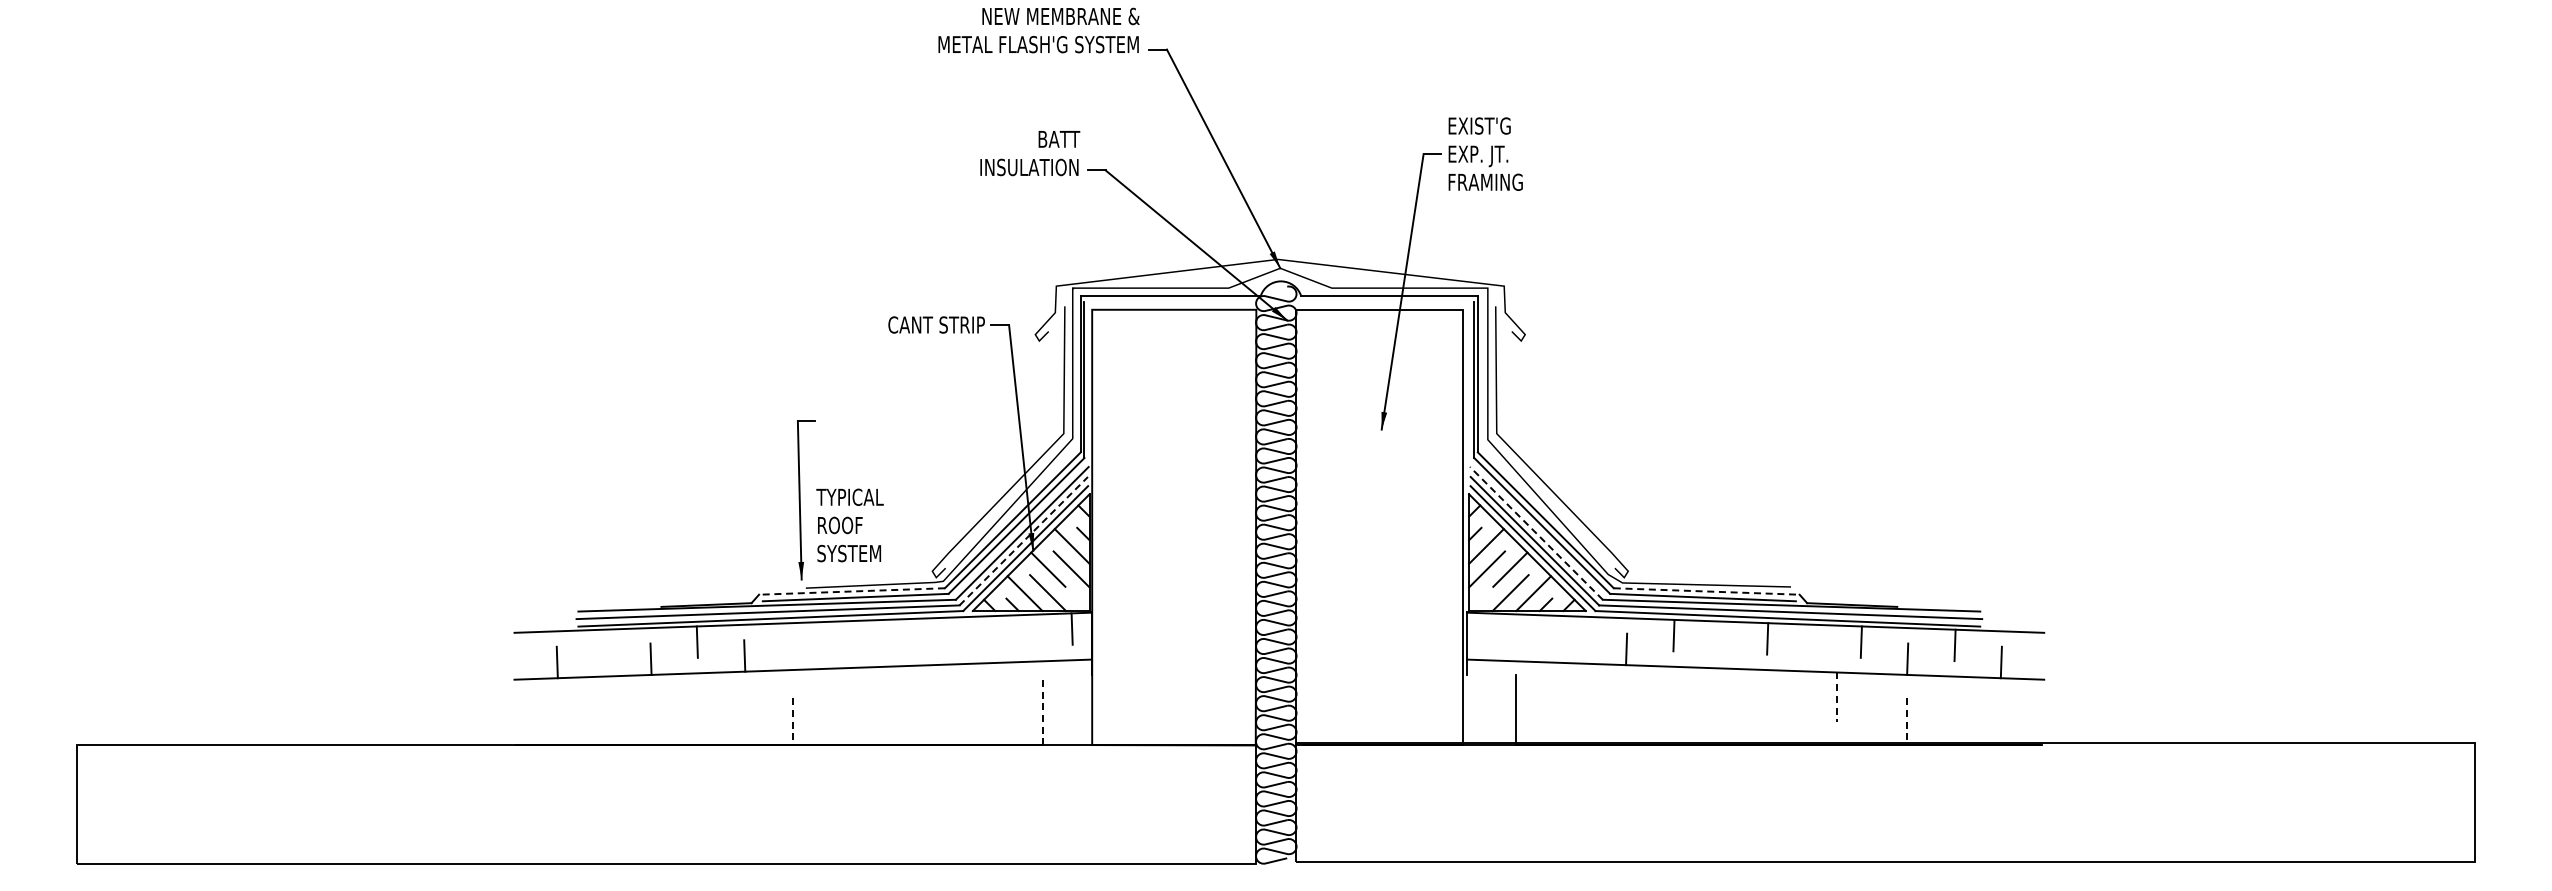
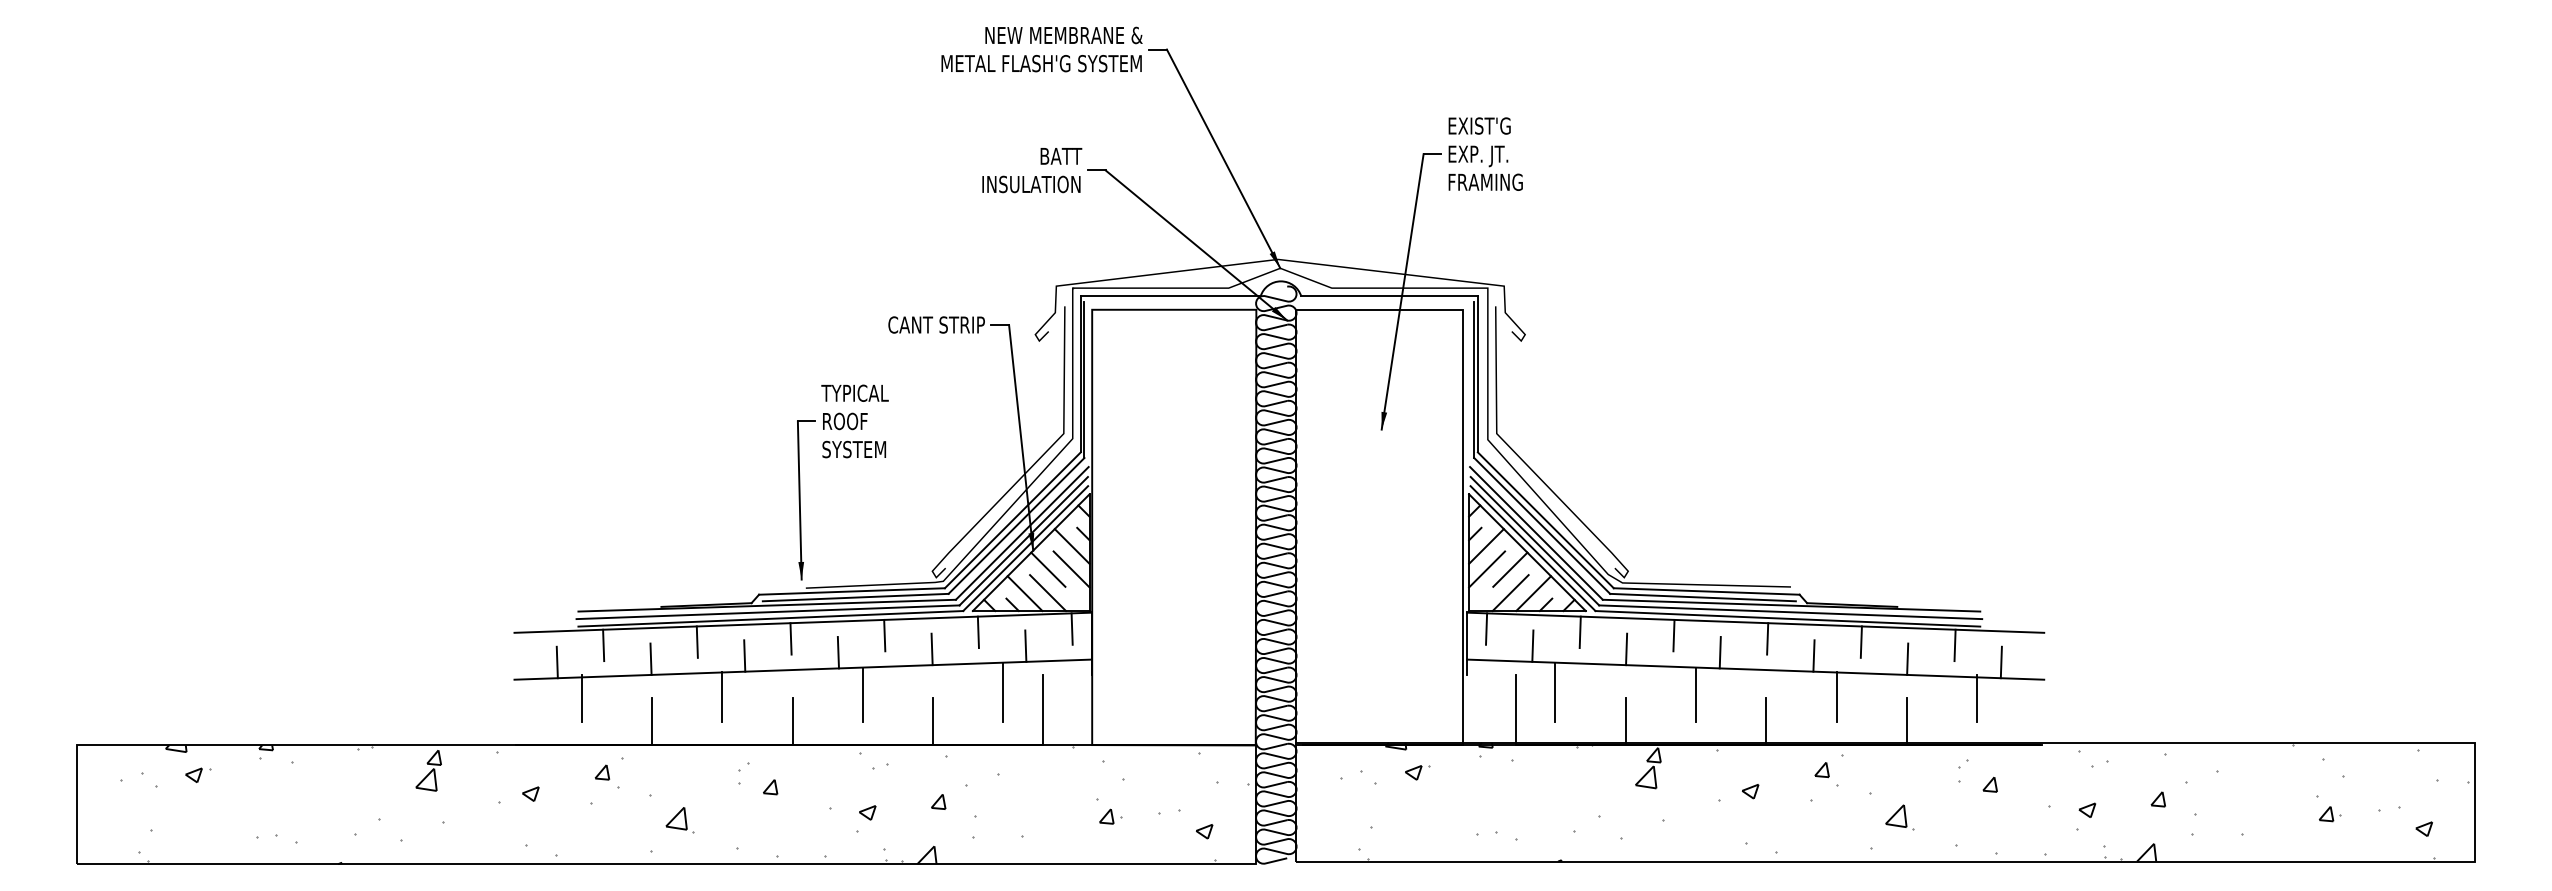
text at (1038, 30) position: (1038, 30) -> (1041, 49)
text at (1030, 153) position: (1030, 153) -> (1032, 170)
text at (849, 525) position: (849, 525) -> (854, 421)
line at (1536, 533): dashed -> solid
line at (1023, 541): dashed -> solid
line at (852, 591): dashed -> solid
line at (1706, 591): dashed -> solid
line at (1486, 628): none -> present
line at (977, 632): none -> present
line at (1579, 632): none -> present
line at (884, 635): none -> present
line at (790, 638): none -> present
line at (603, 645): none -> present
line at (1025, 645): none -> present
line at (1532, 645): none -> present
line at (931, 649): none -> present
line at (837, 652): none -> present
line at (1719, 652): none -> present
line at (1813, 655): none -> present
line at (1003, 692): none -> present
line at (1555, 692): none -> present
line at (862, 694): none -> present
line at (1695, 694): none -> present
line at (722, 697): none -> present
line at (1836, 697): dashed -> solid
line at (581, 698): none -> present
line at (1977, 698): none -> present
line at (1042, 709): dashed -> solid
line at (651, 721): none -> present
line at (792, 721): dashed -> solid
line at (933, 721): none -> present
line at (1625, 721): none -> present
line at (1766, 721): none -> present
line at (1906, 721): dashed -> solid
hatch at (1903, 801): none -> present
hatch at (684, 804): none -> present
